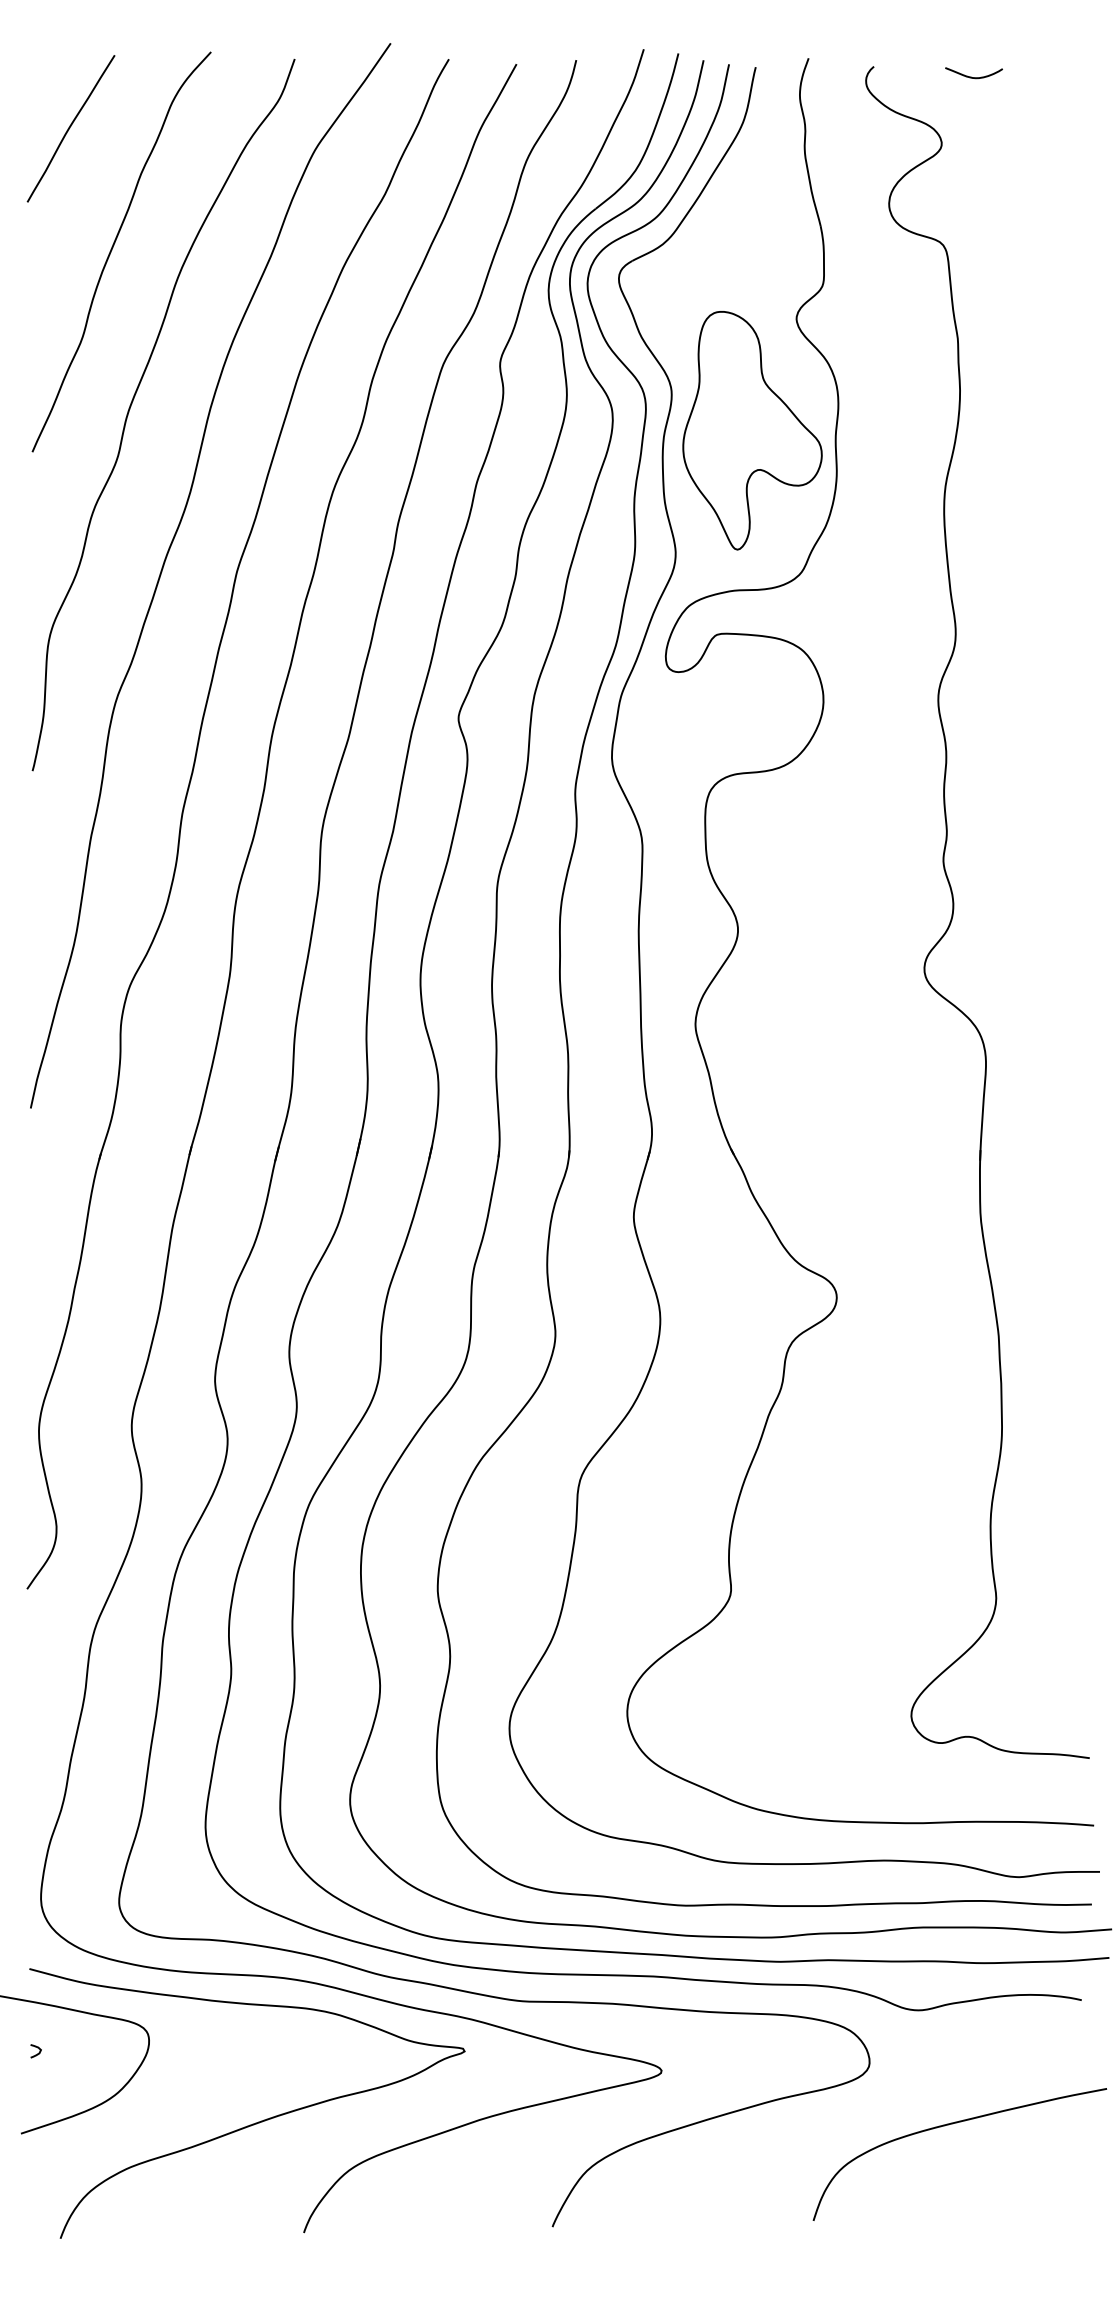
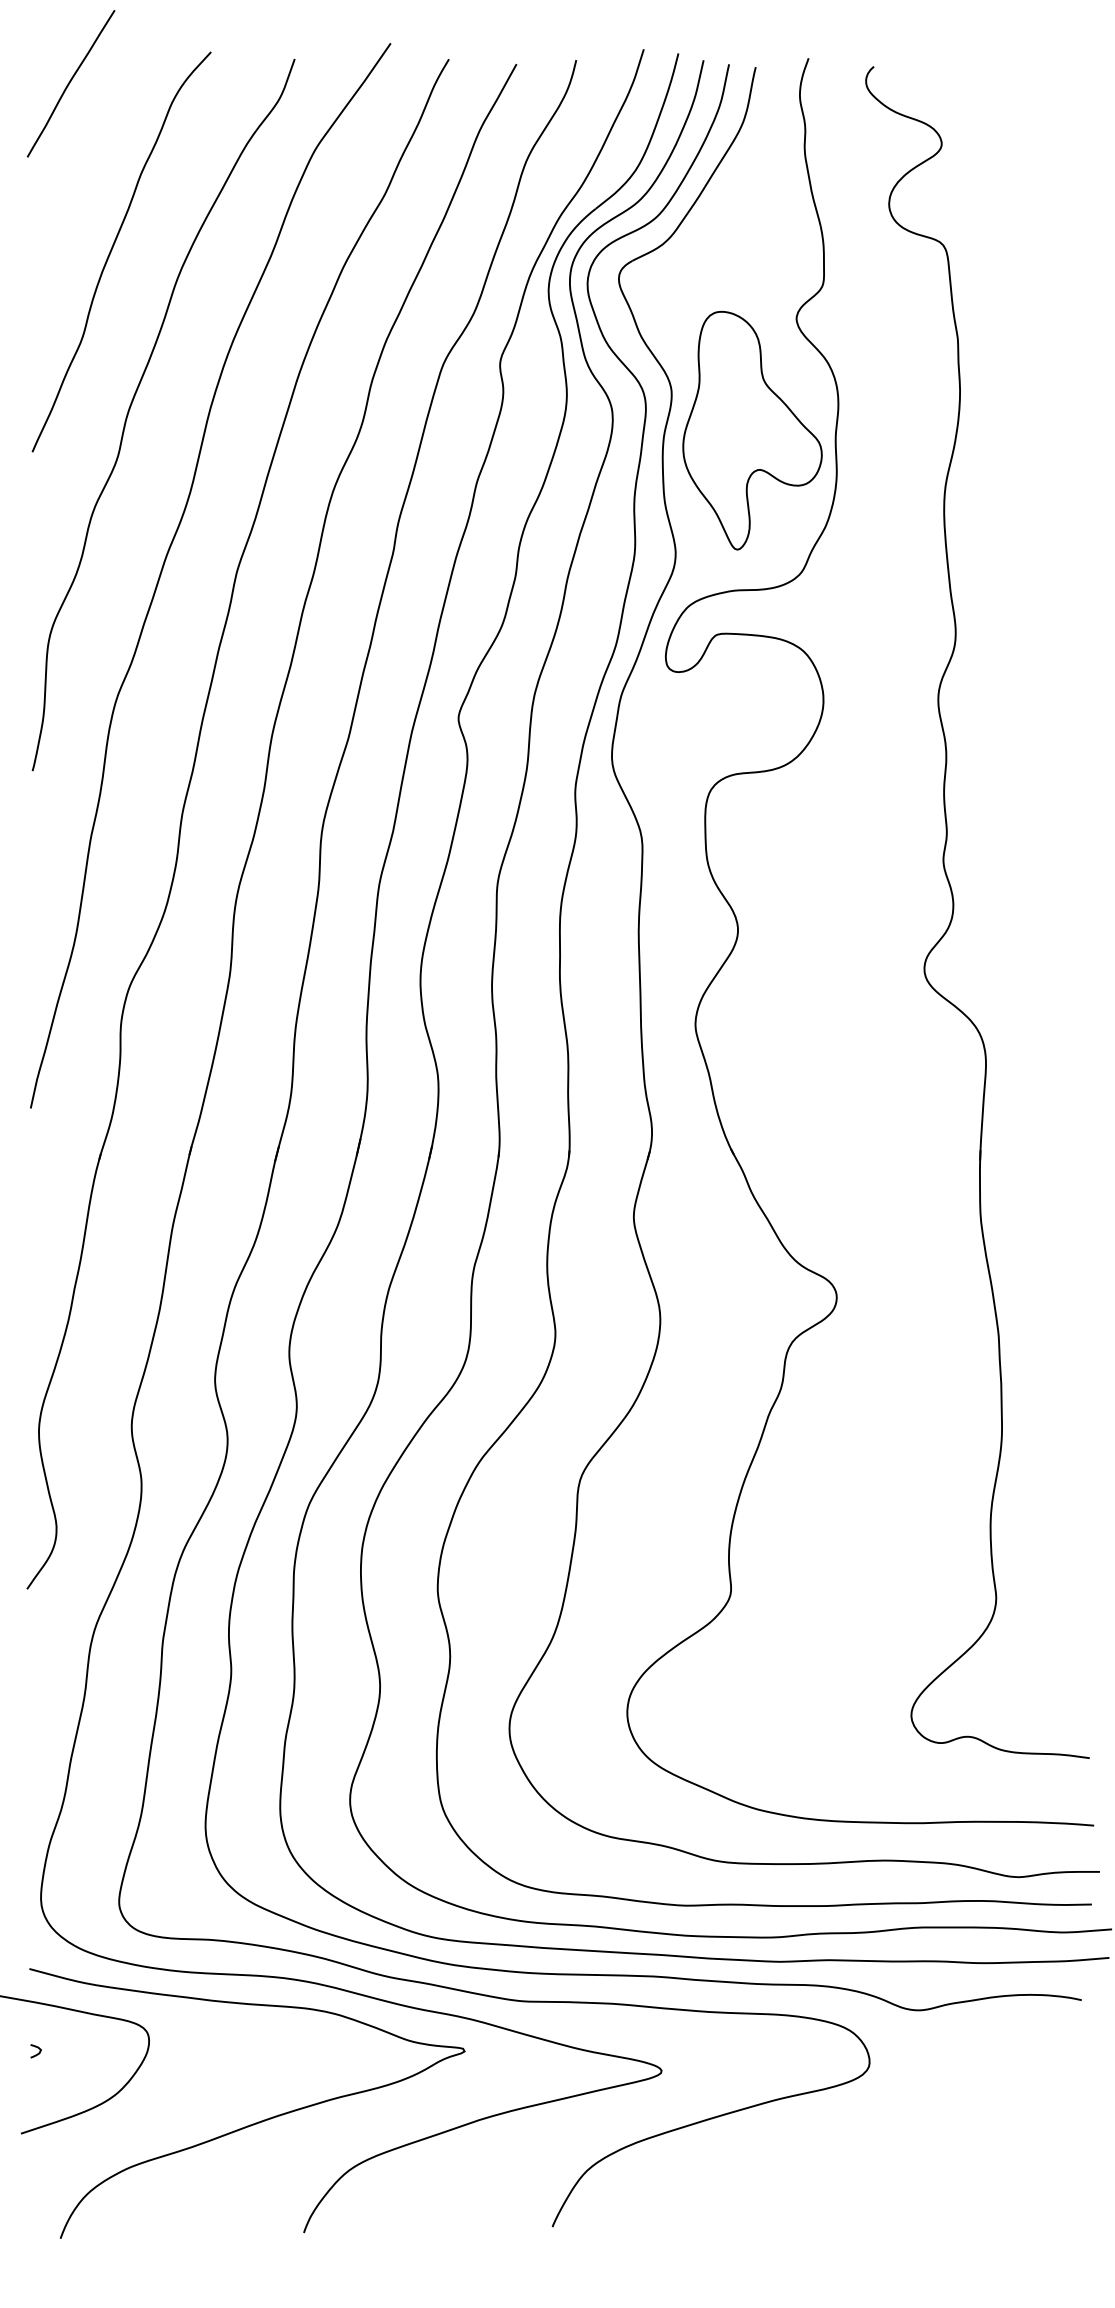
curve at (971, 76): present -> none
curve at (70, 128) position: (70, 128) -> (70, 83)
curve at (952, 2124): present -> none
